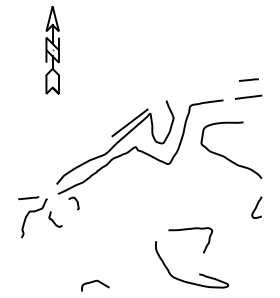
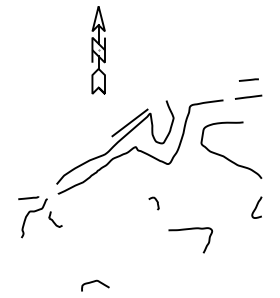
part at (52, 50) position: (52, 50) -> (98, 50)
curve at (76, 202) position: (76, 202) -> (156, 202)
curve at (199, 273): present -> none
